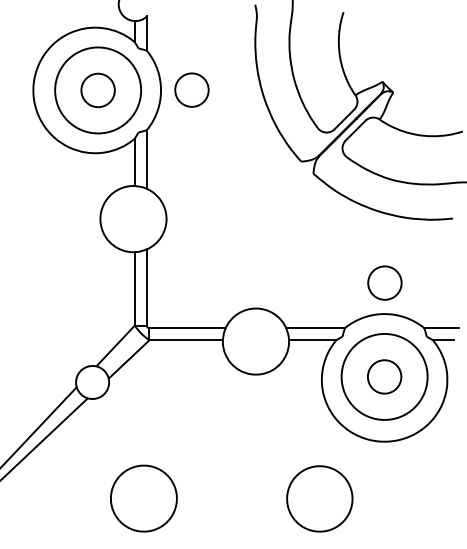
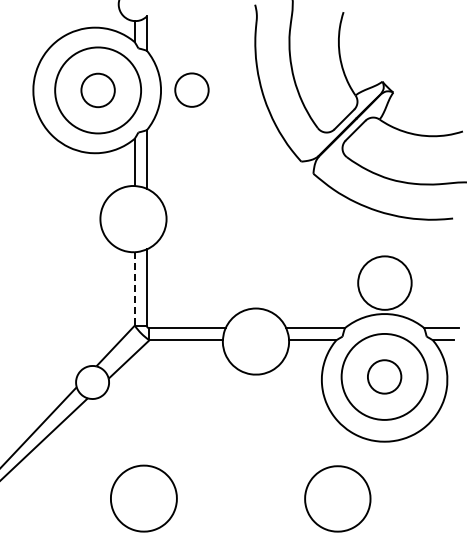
circle at (384, 282) diameter: 33 px -> 53 px
line at (134, 288): solid -> dashed
part at (319, 498) position: (319, 498) -> (337, 498)
